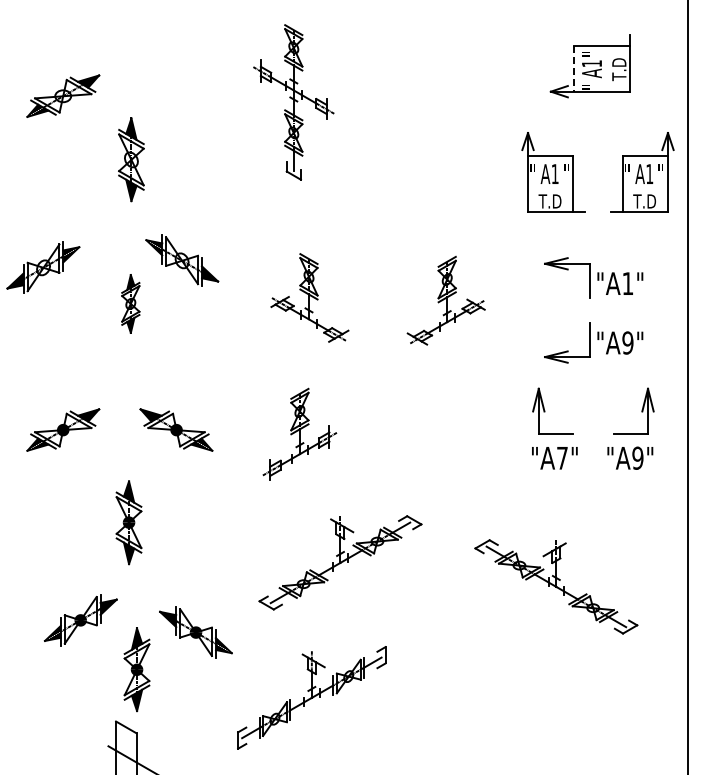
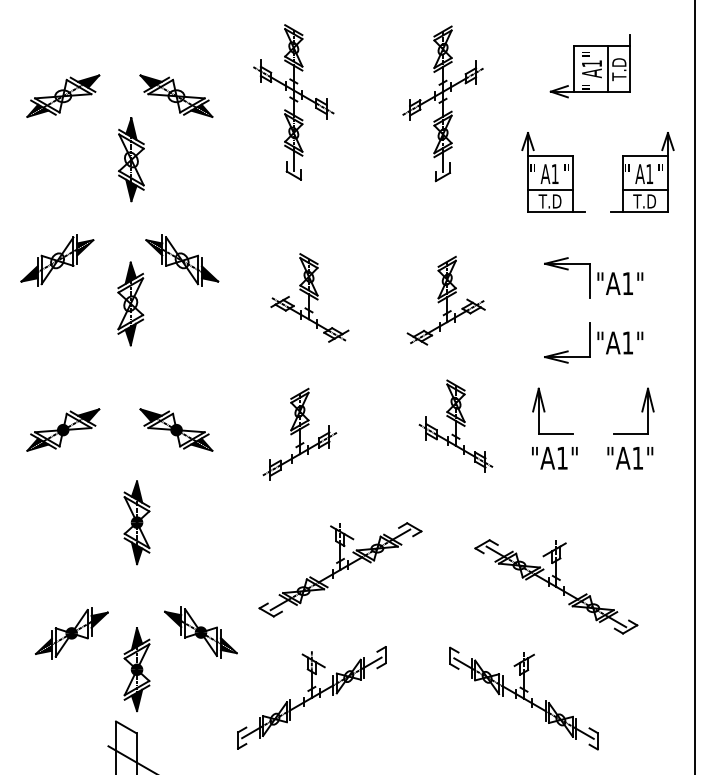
line at (607, 68): none -> present
line at (573, 69): dashed -> solid
part at (176, 95): none -> present
part at (442, 103): none -> present
line at (550, 189): none -> present
line at (644, 189): none -> present
part at (43, 267) position: (43, 267) -> (57, 260)
part at (130, 303) size: 20x60 px -> 28x86 px
text at (627, 342): "A9" -> "A1"
line at (688, 386) position: (688, 386) -> (695, 386)
part at (455, 425): none -> present
text at (637, 457): "A9" -> "A1"
text at (562, 458): "A7" -> "A1"
part at (128, 522) position: (128, 522) -> (136, 522)
part at (340, 562) position: (340, 562) -> (340, 569)
part at (80, 620) position: (80, 620) -> (71, 633)
part at (195, 632) position: (195, 632) -> (200, 632)
part at (523, 698): none -> present
